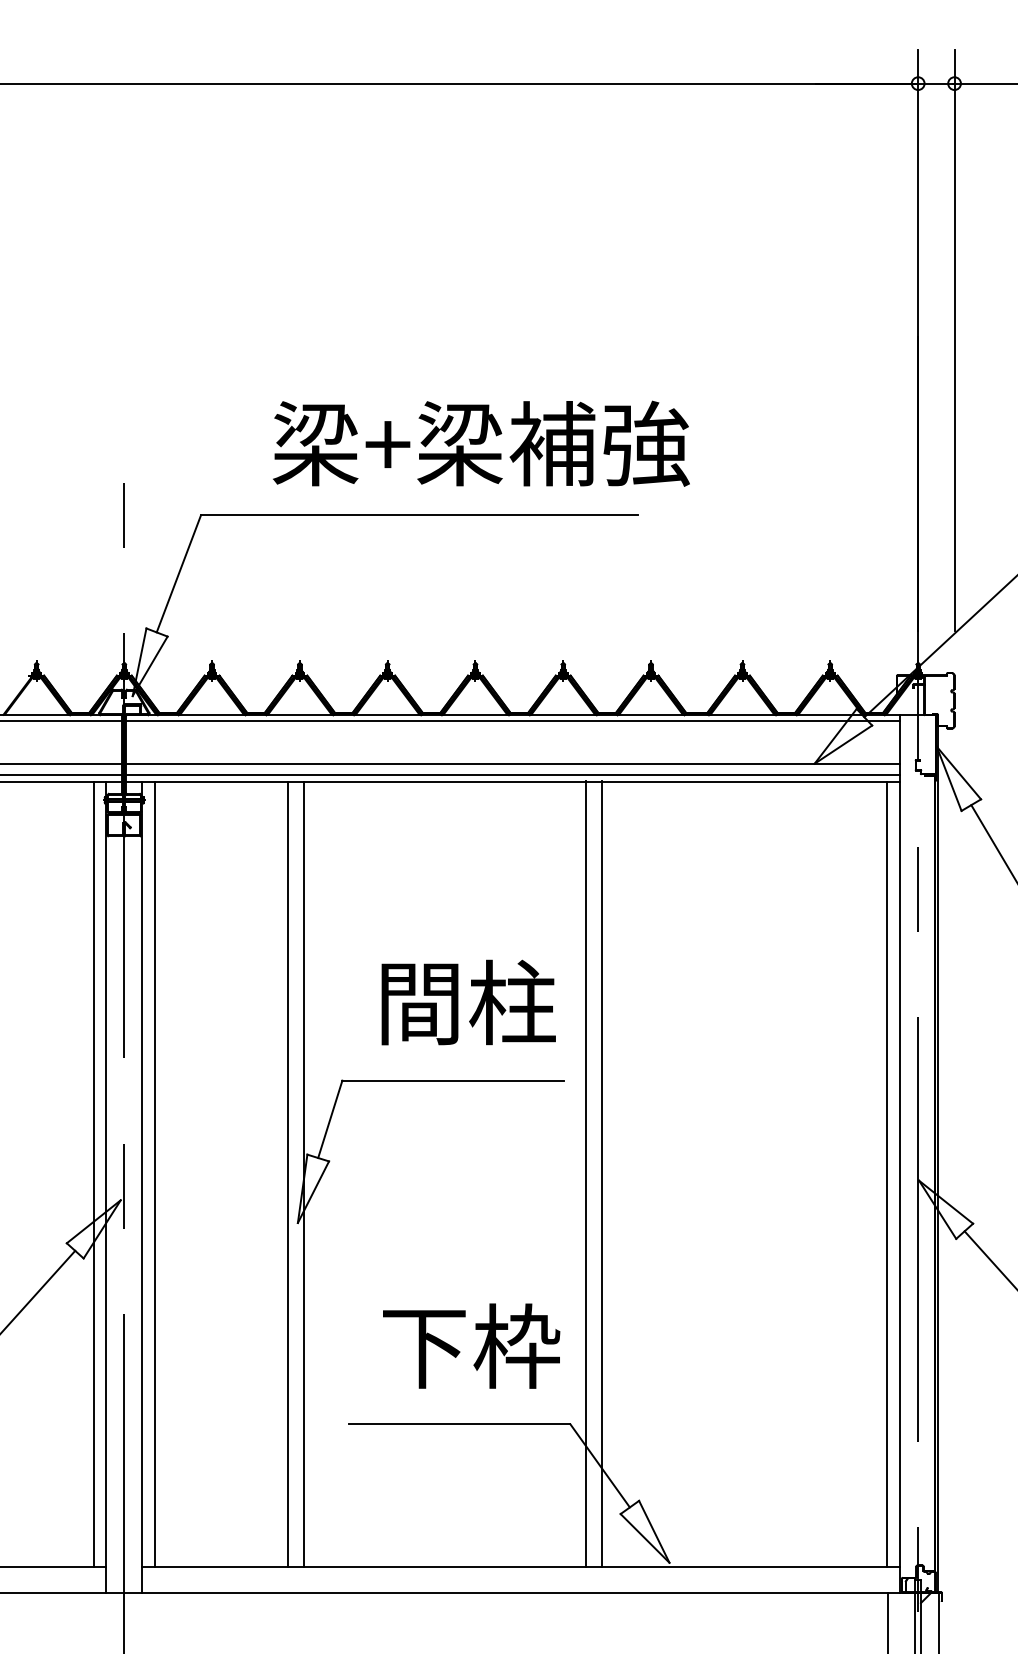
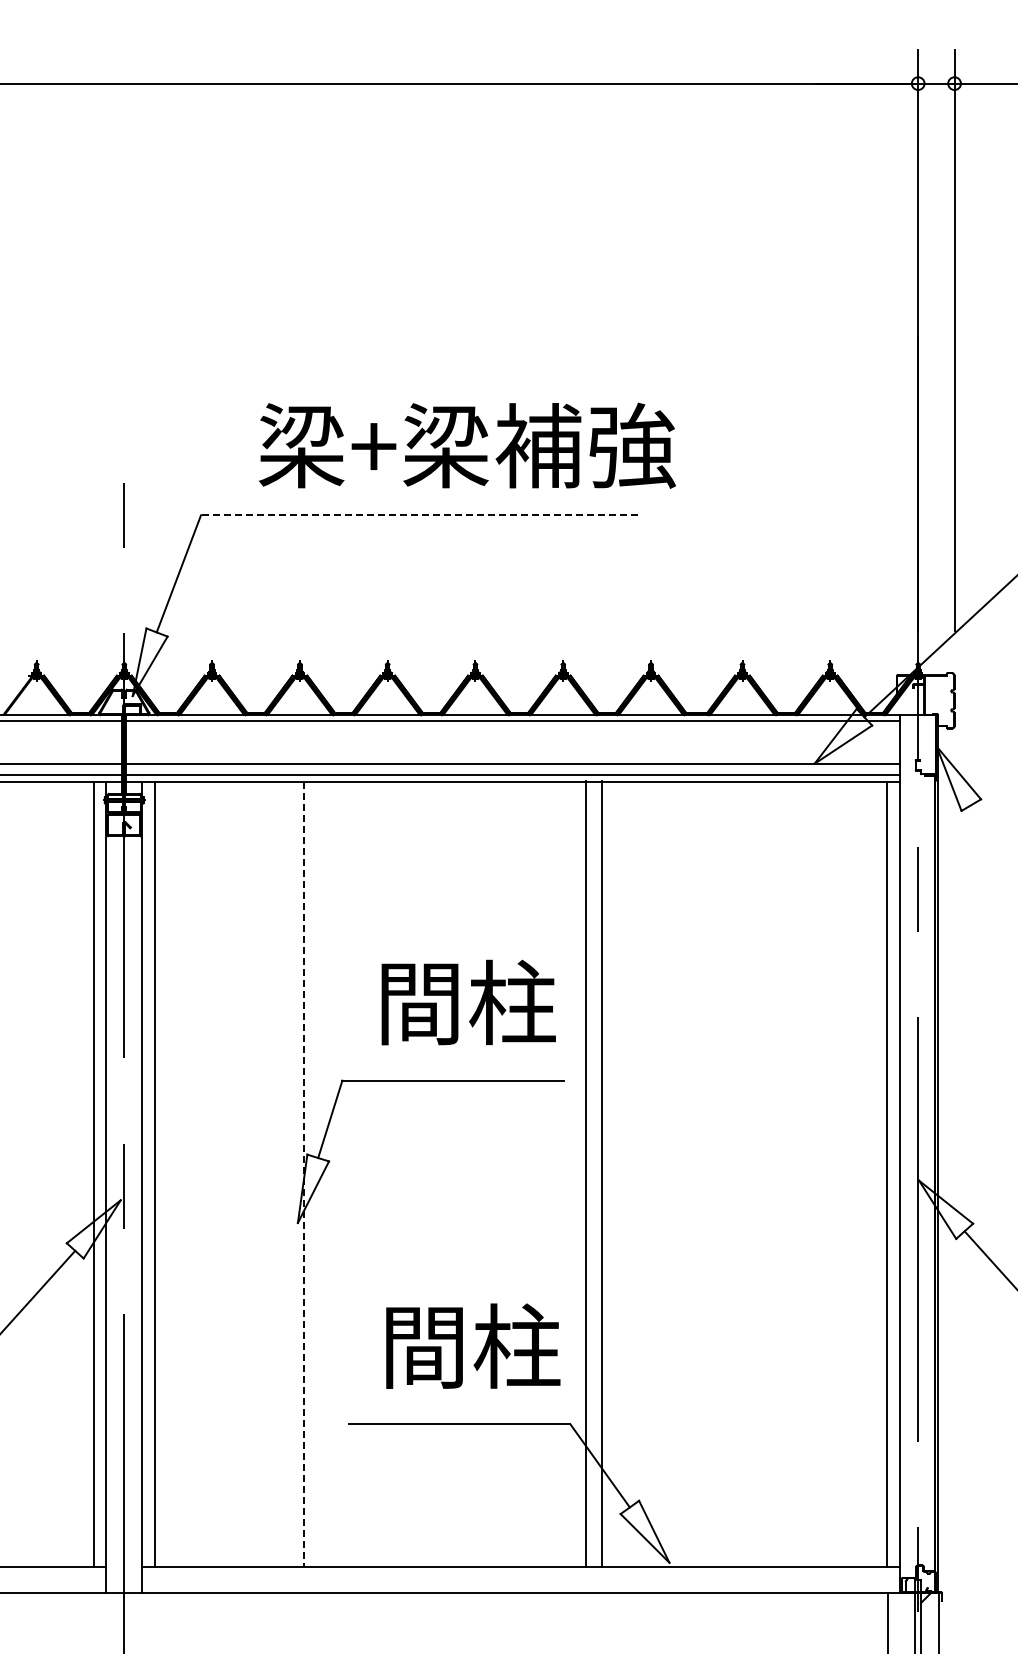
text at (481, 443) position: (481, 443) -> (467, 445)
line at (419, 515): solid -> dashed
line at (992, 841): present -> none
line at (288, 1174): present -> none
line at (304, 1174): solid -> dashed
text at (471, 1345): 下枠 -> 間柱
